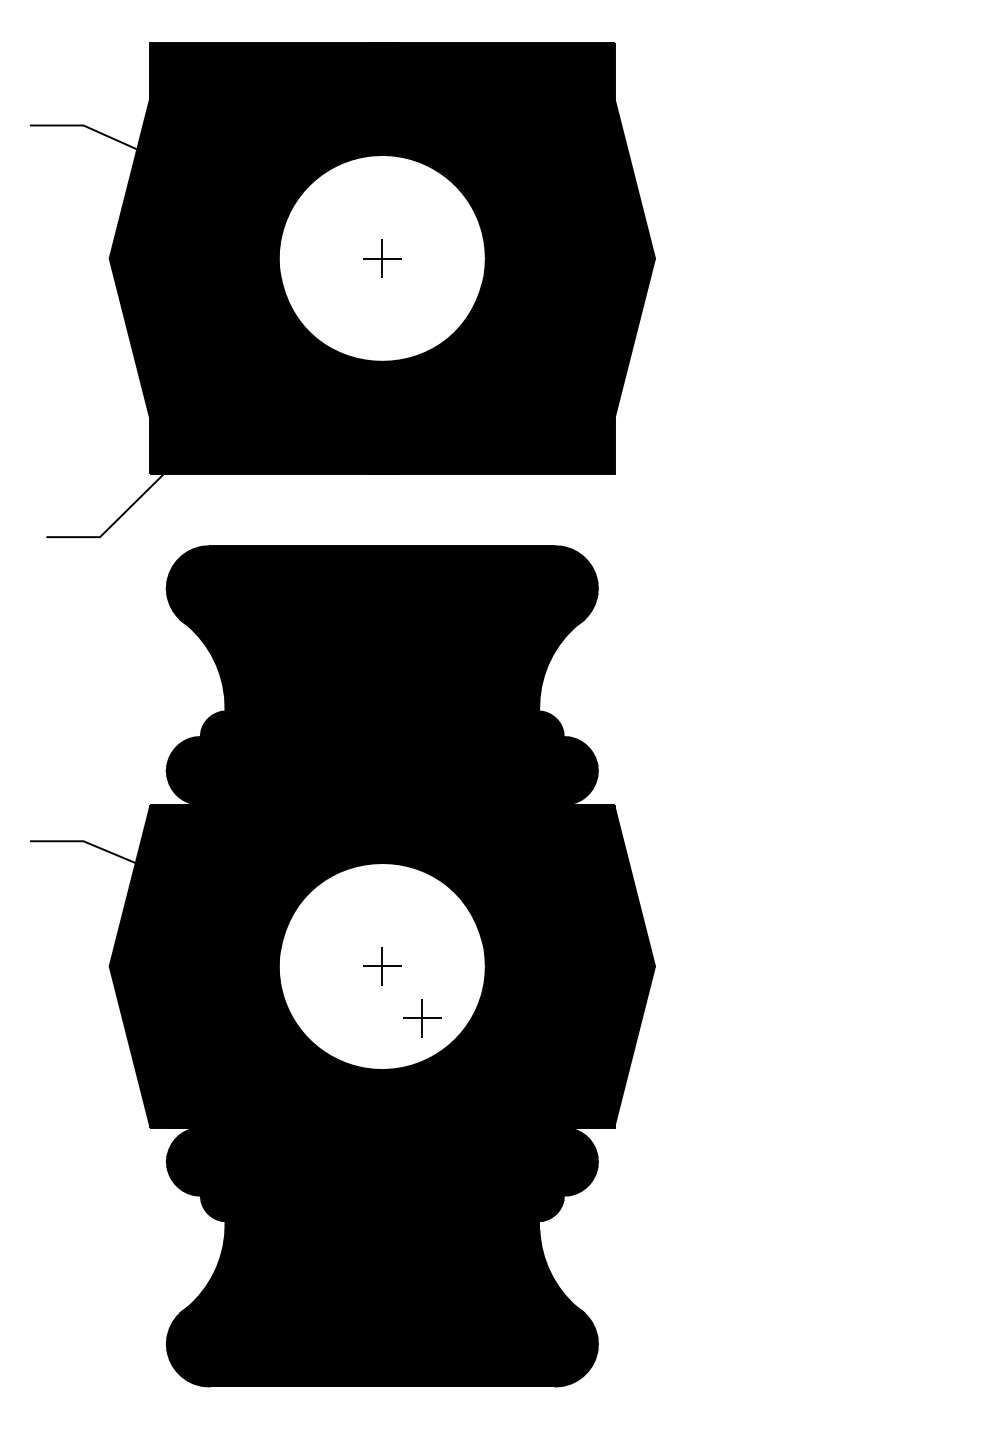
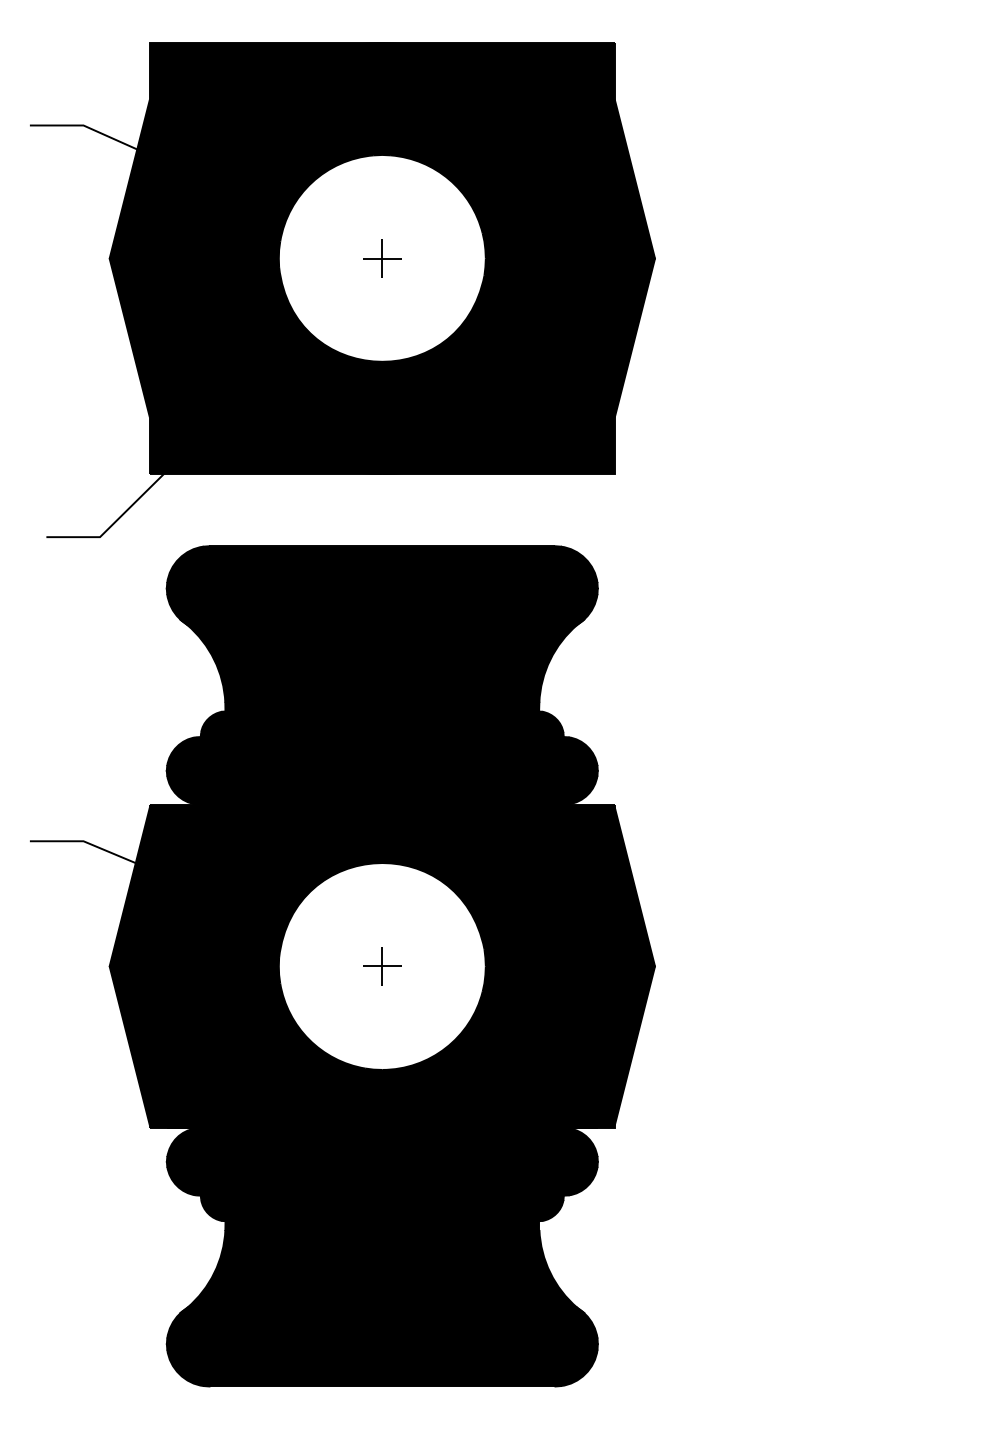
part at (422, 1018): present -> none
